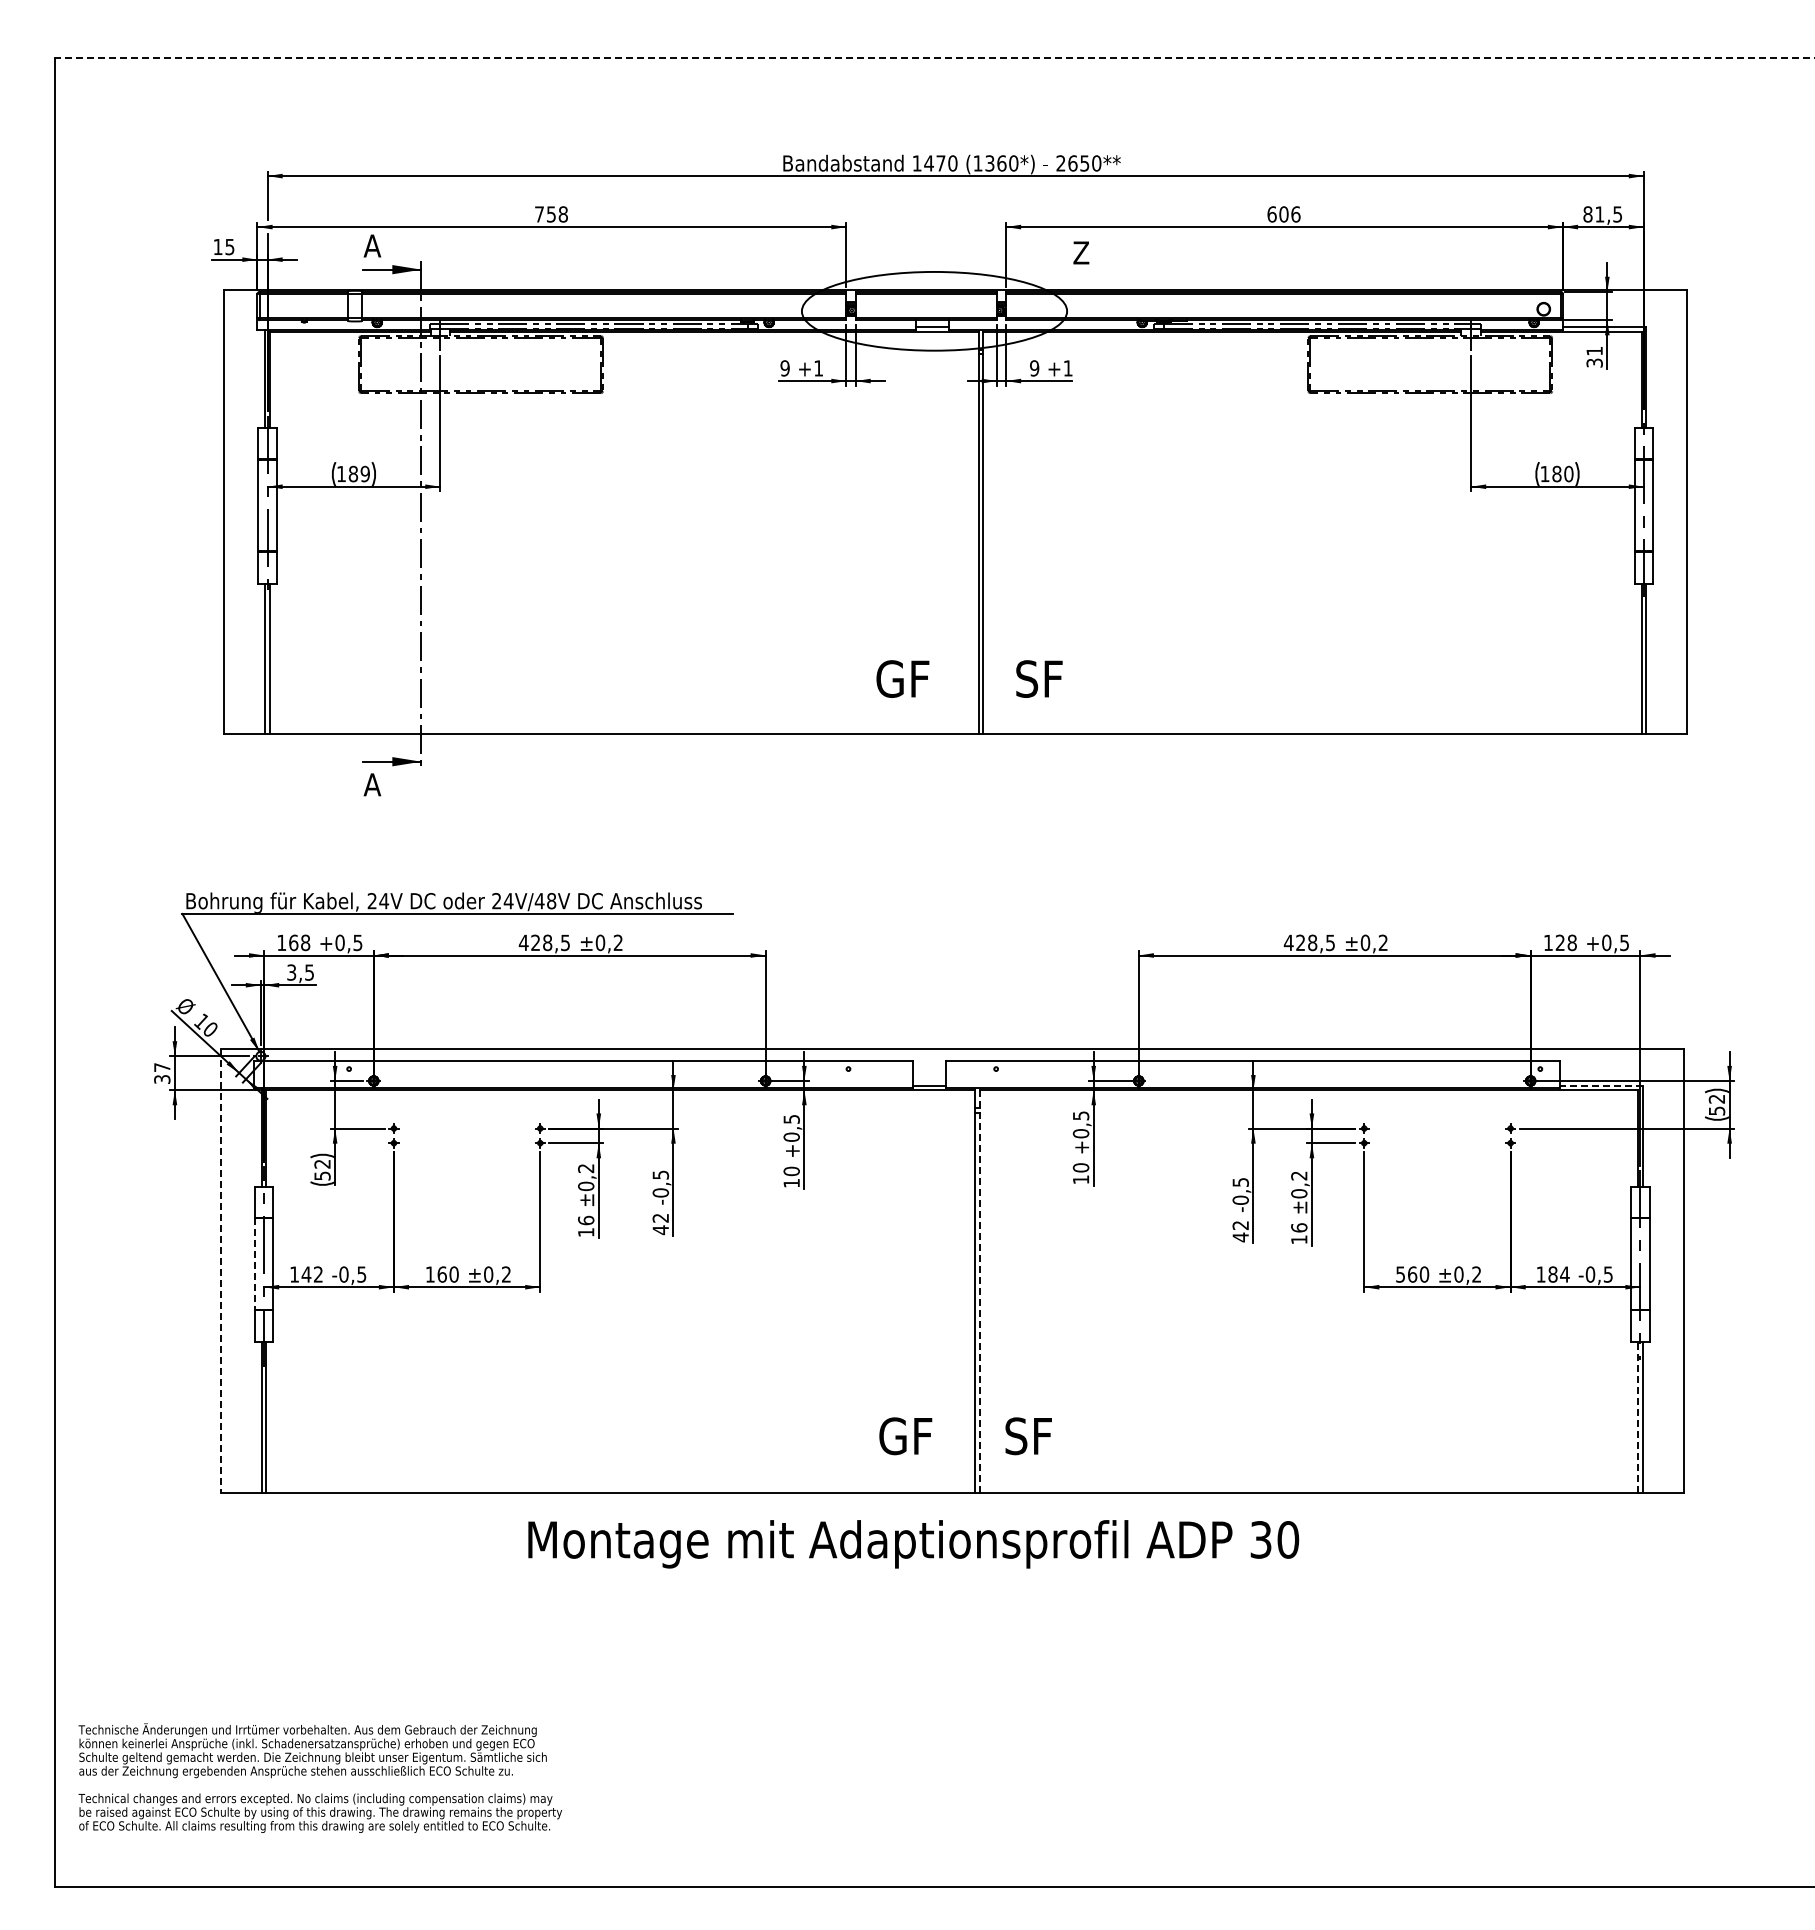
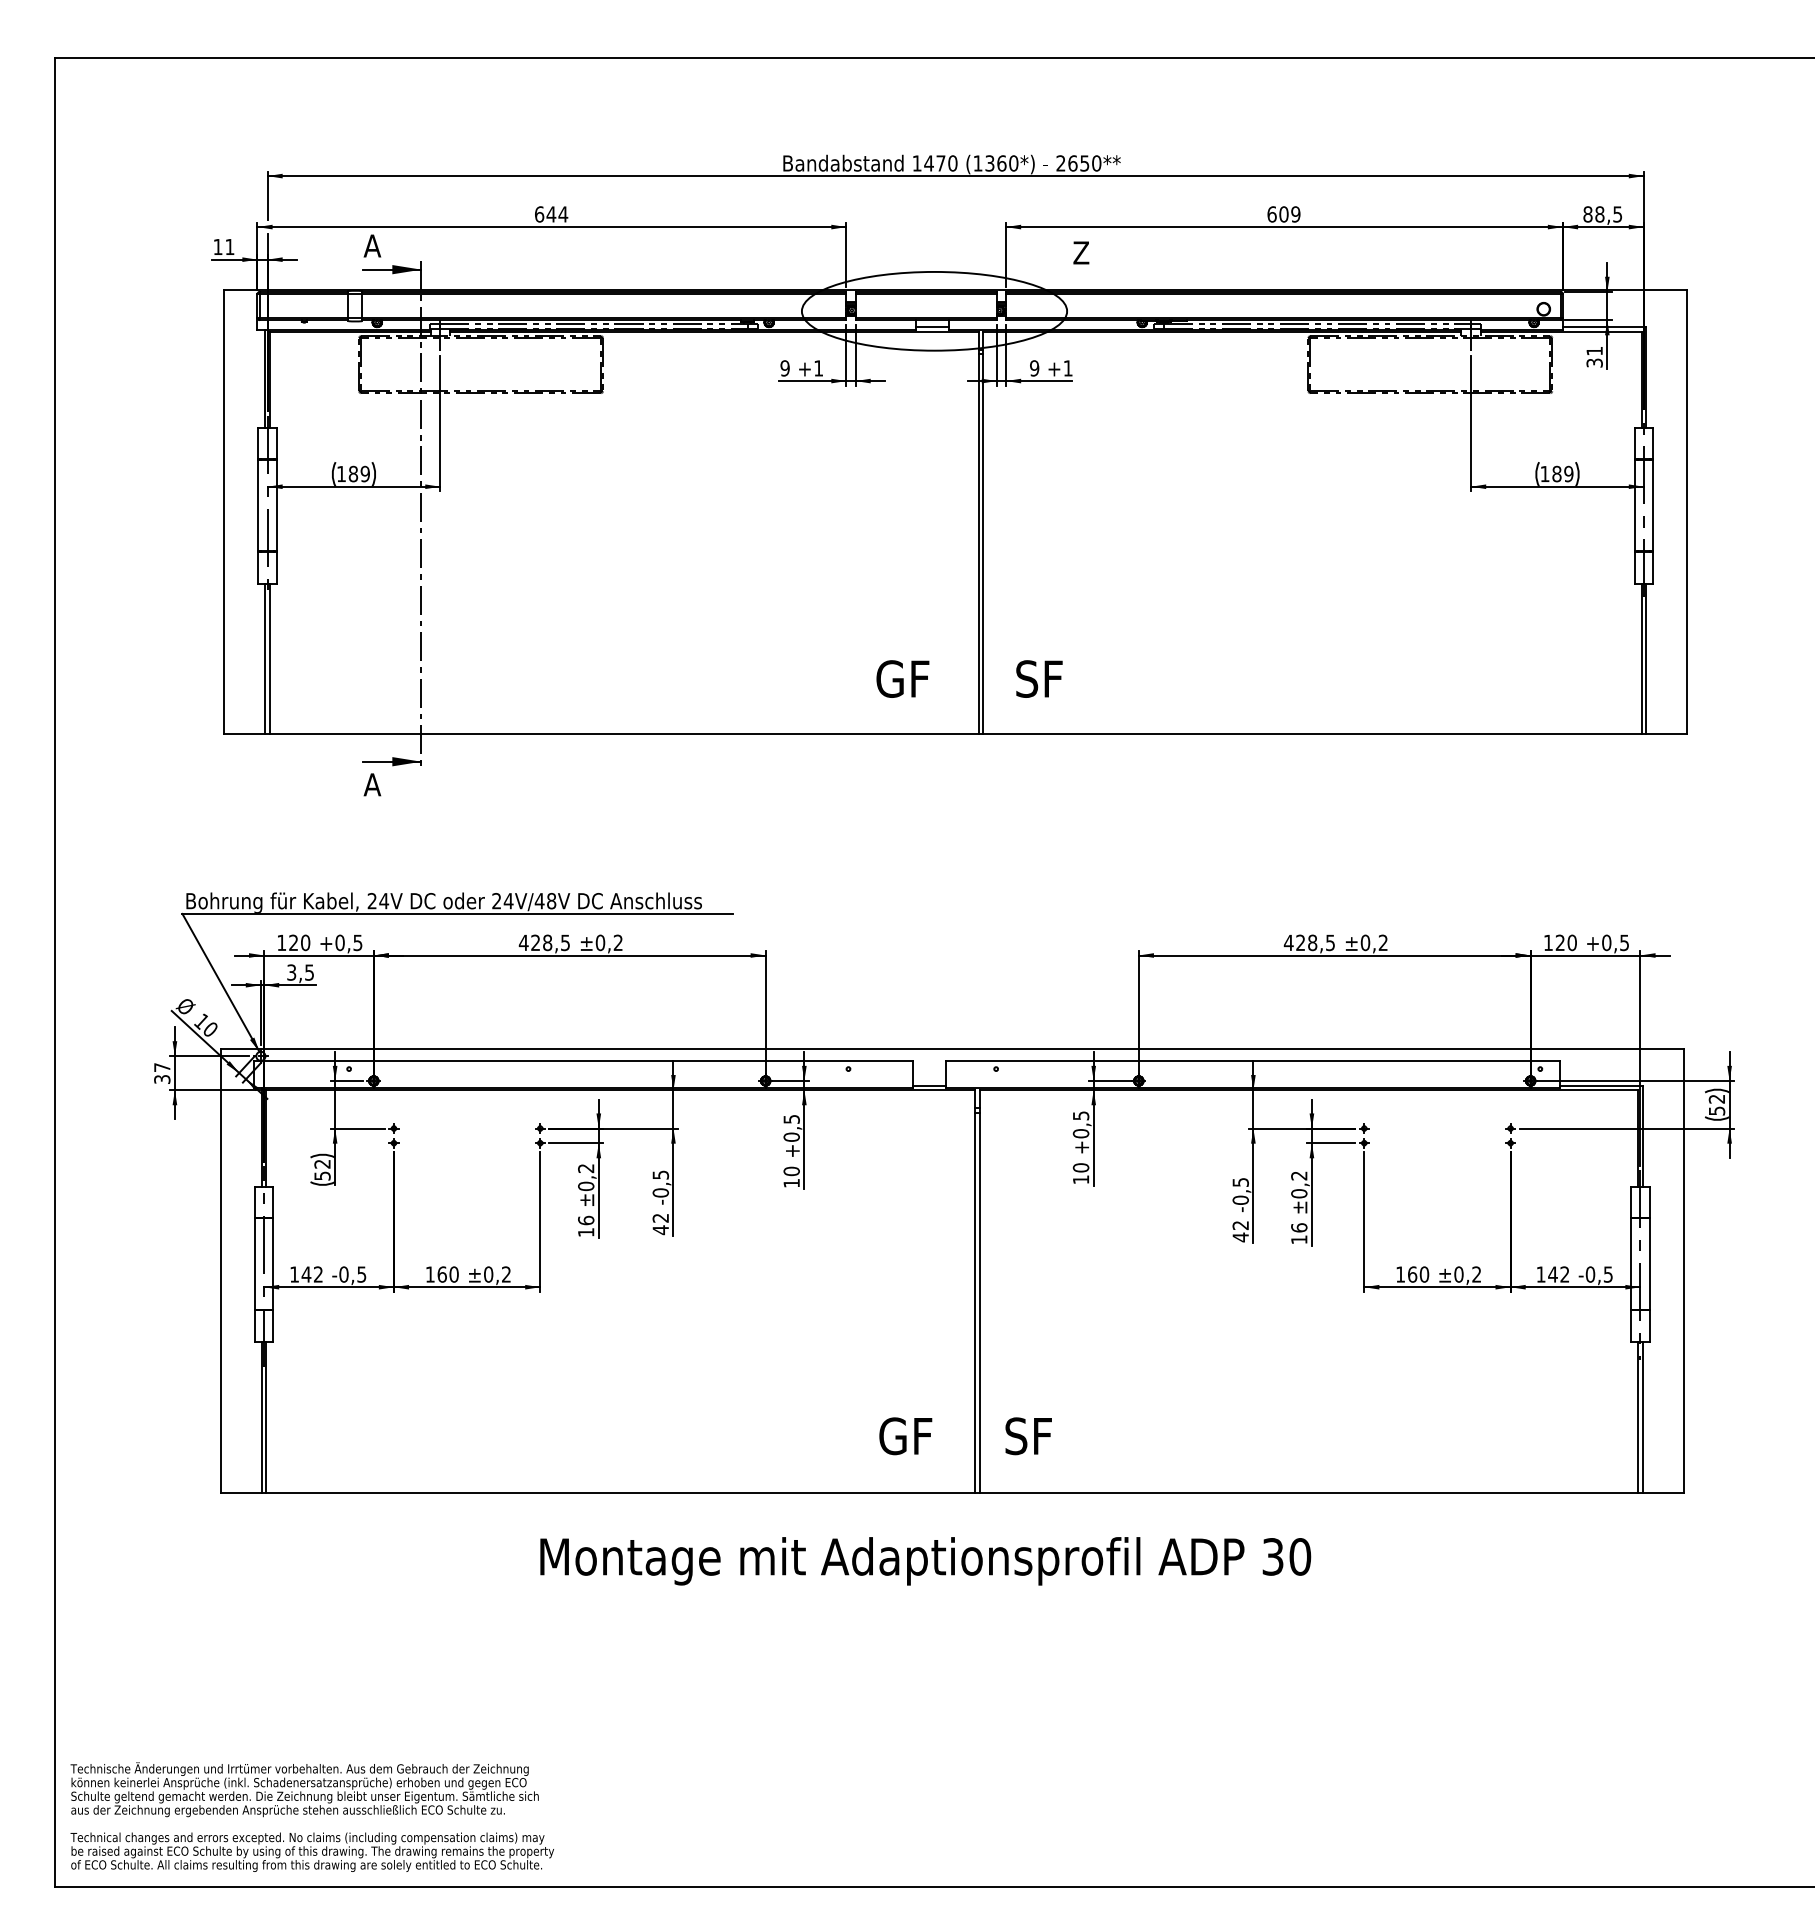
line at (934, 57): dashed -> solid
text at (551, 214): 758 -> 644
text at (1295, 214): 606 -> 609
text at (1599, 214): 81,5 -> 88,5
text at (229, 247): 15 -> 11
text at (1568, 474): 180 -> 189
text at (299, 942): 168 -> 120
text at (1571, 942): 128 -> 120
line at (1601, 1085): dashed -> solid
line at (254, 1263): dashed -> solid
line at (220, 1270): dashed -> solid
text at (1400, 1274): 560 -> 160
text at (1558, 1274): 184 -> 142
line at (979, 1290): dashed -> solid
line at (1638, 1416): dashed -> solid
text at (913, 1544) position: (913, 1544) -> (925, 1561)
text at (319, 1777) position: (319, 1777) -> (311, 1816)
